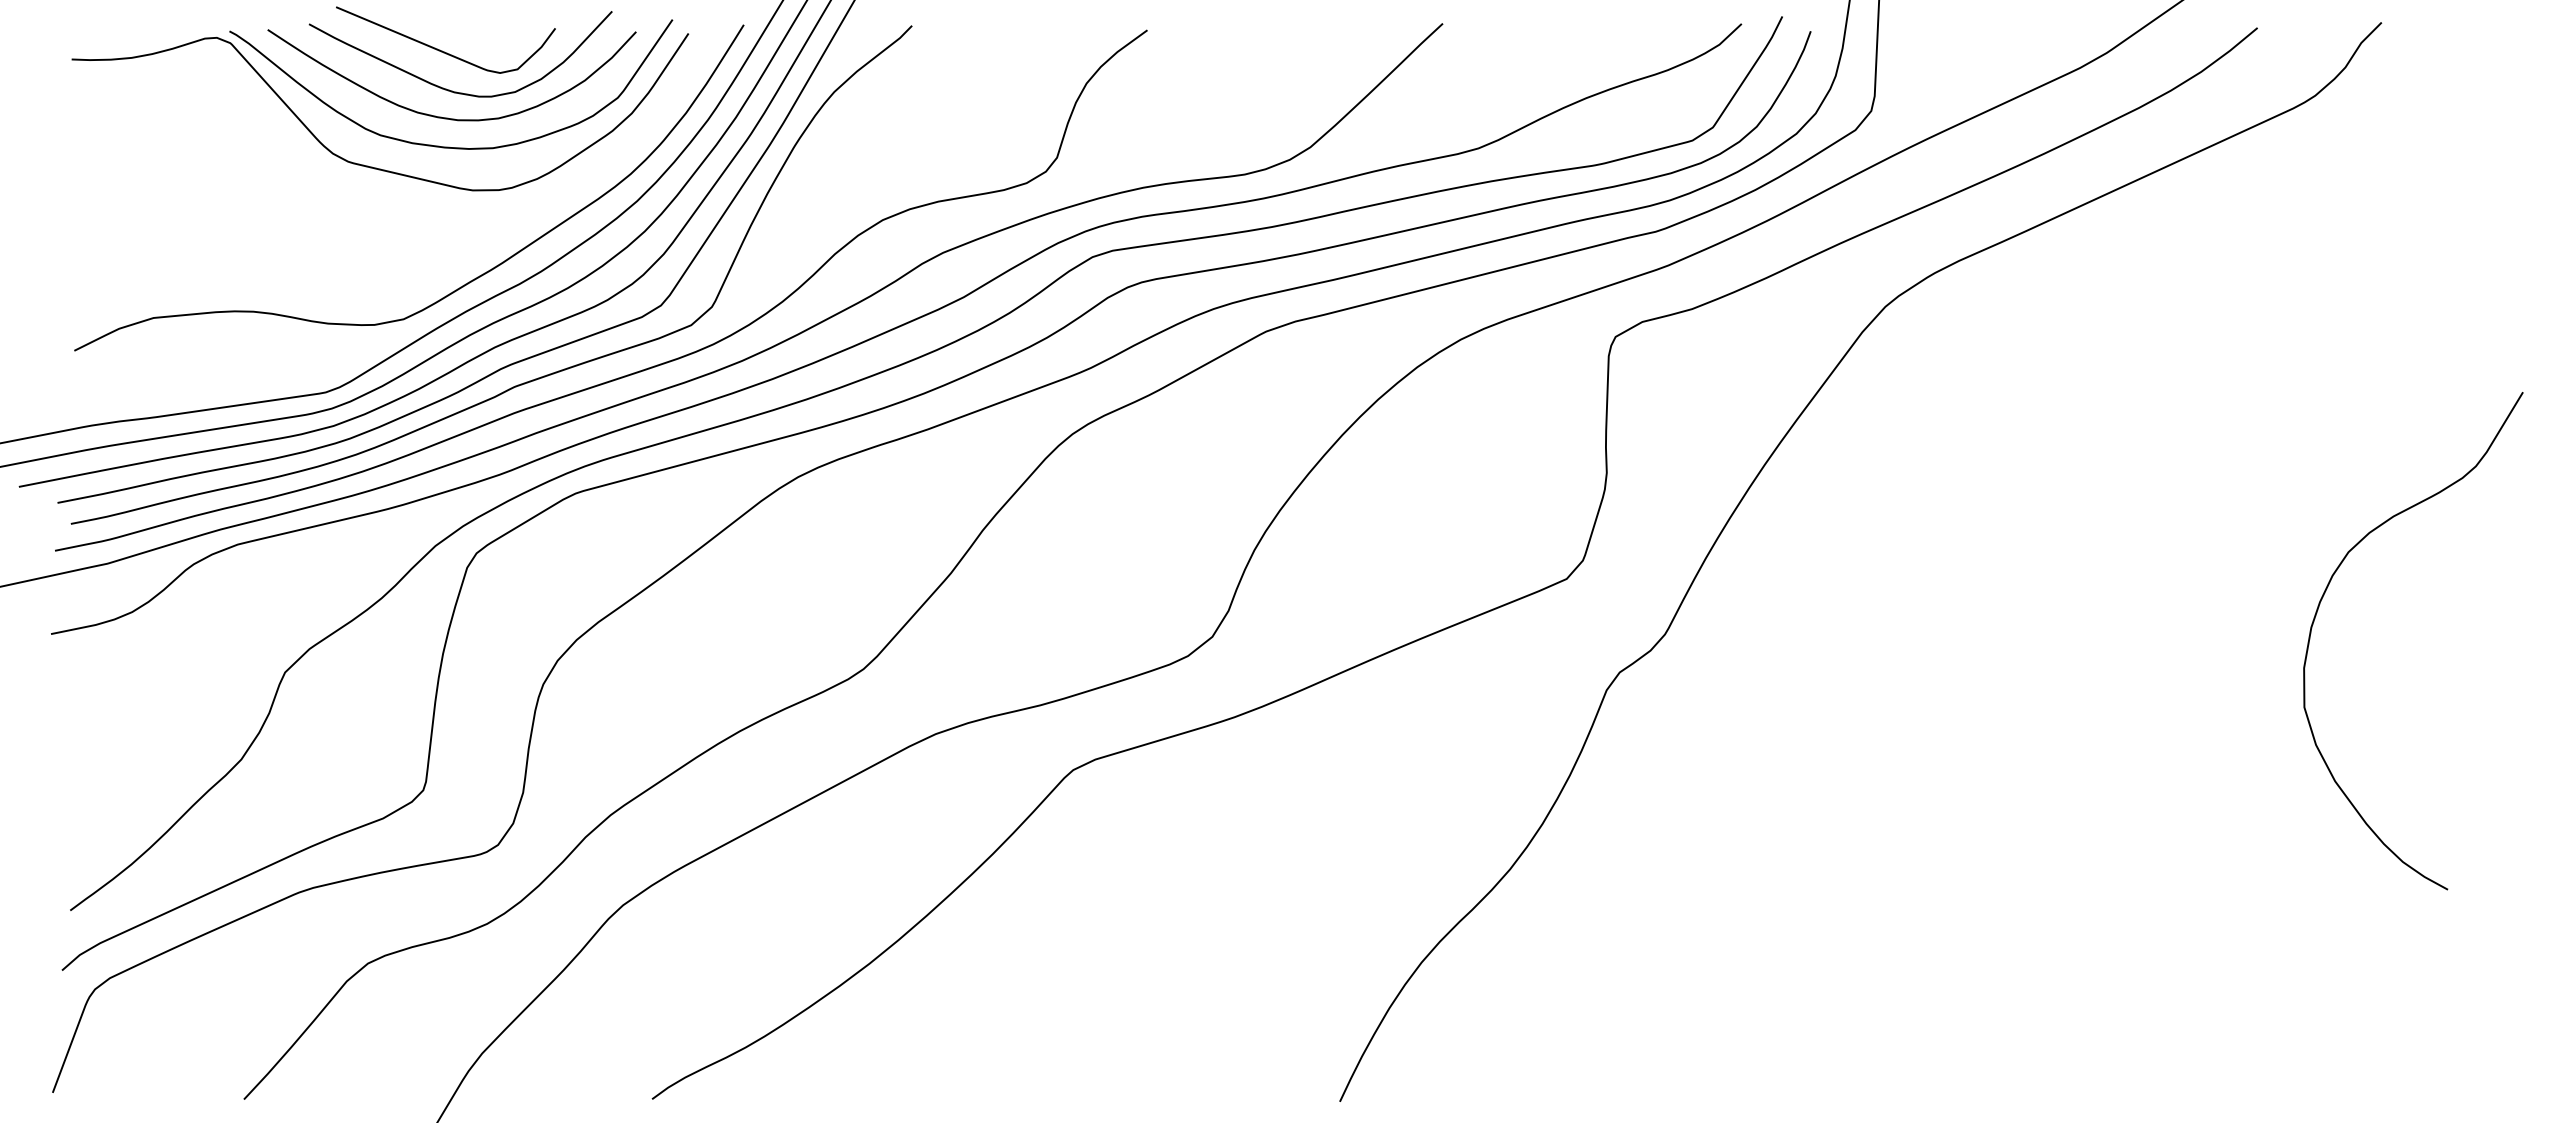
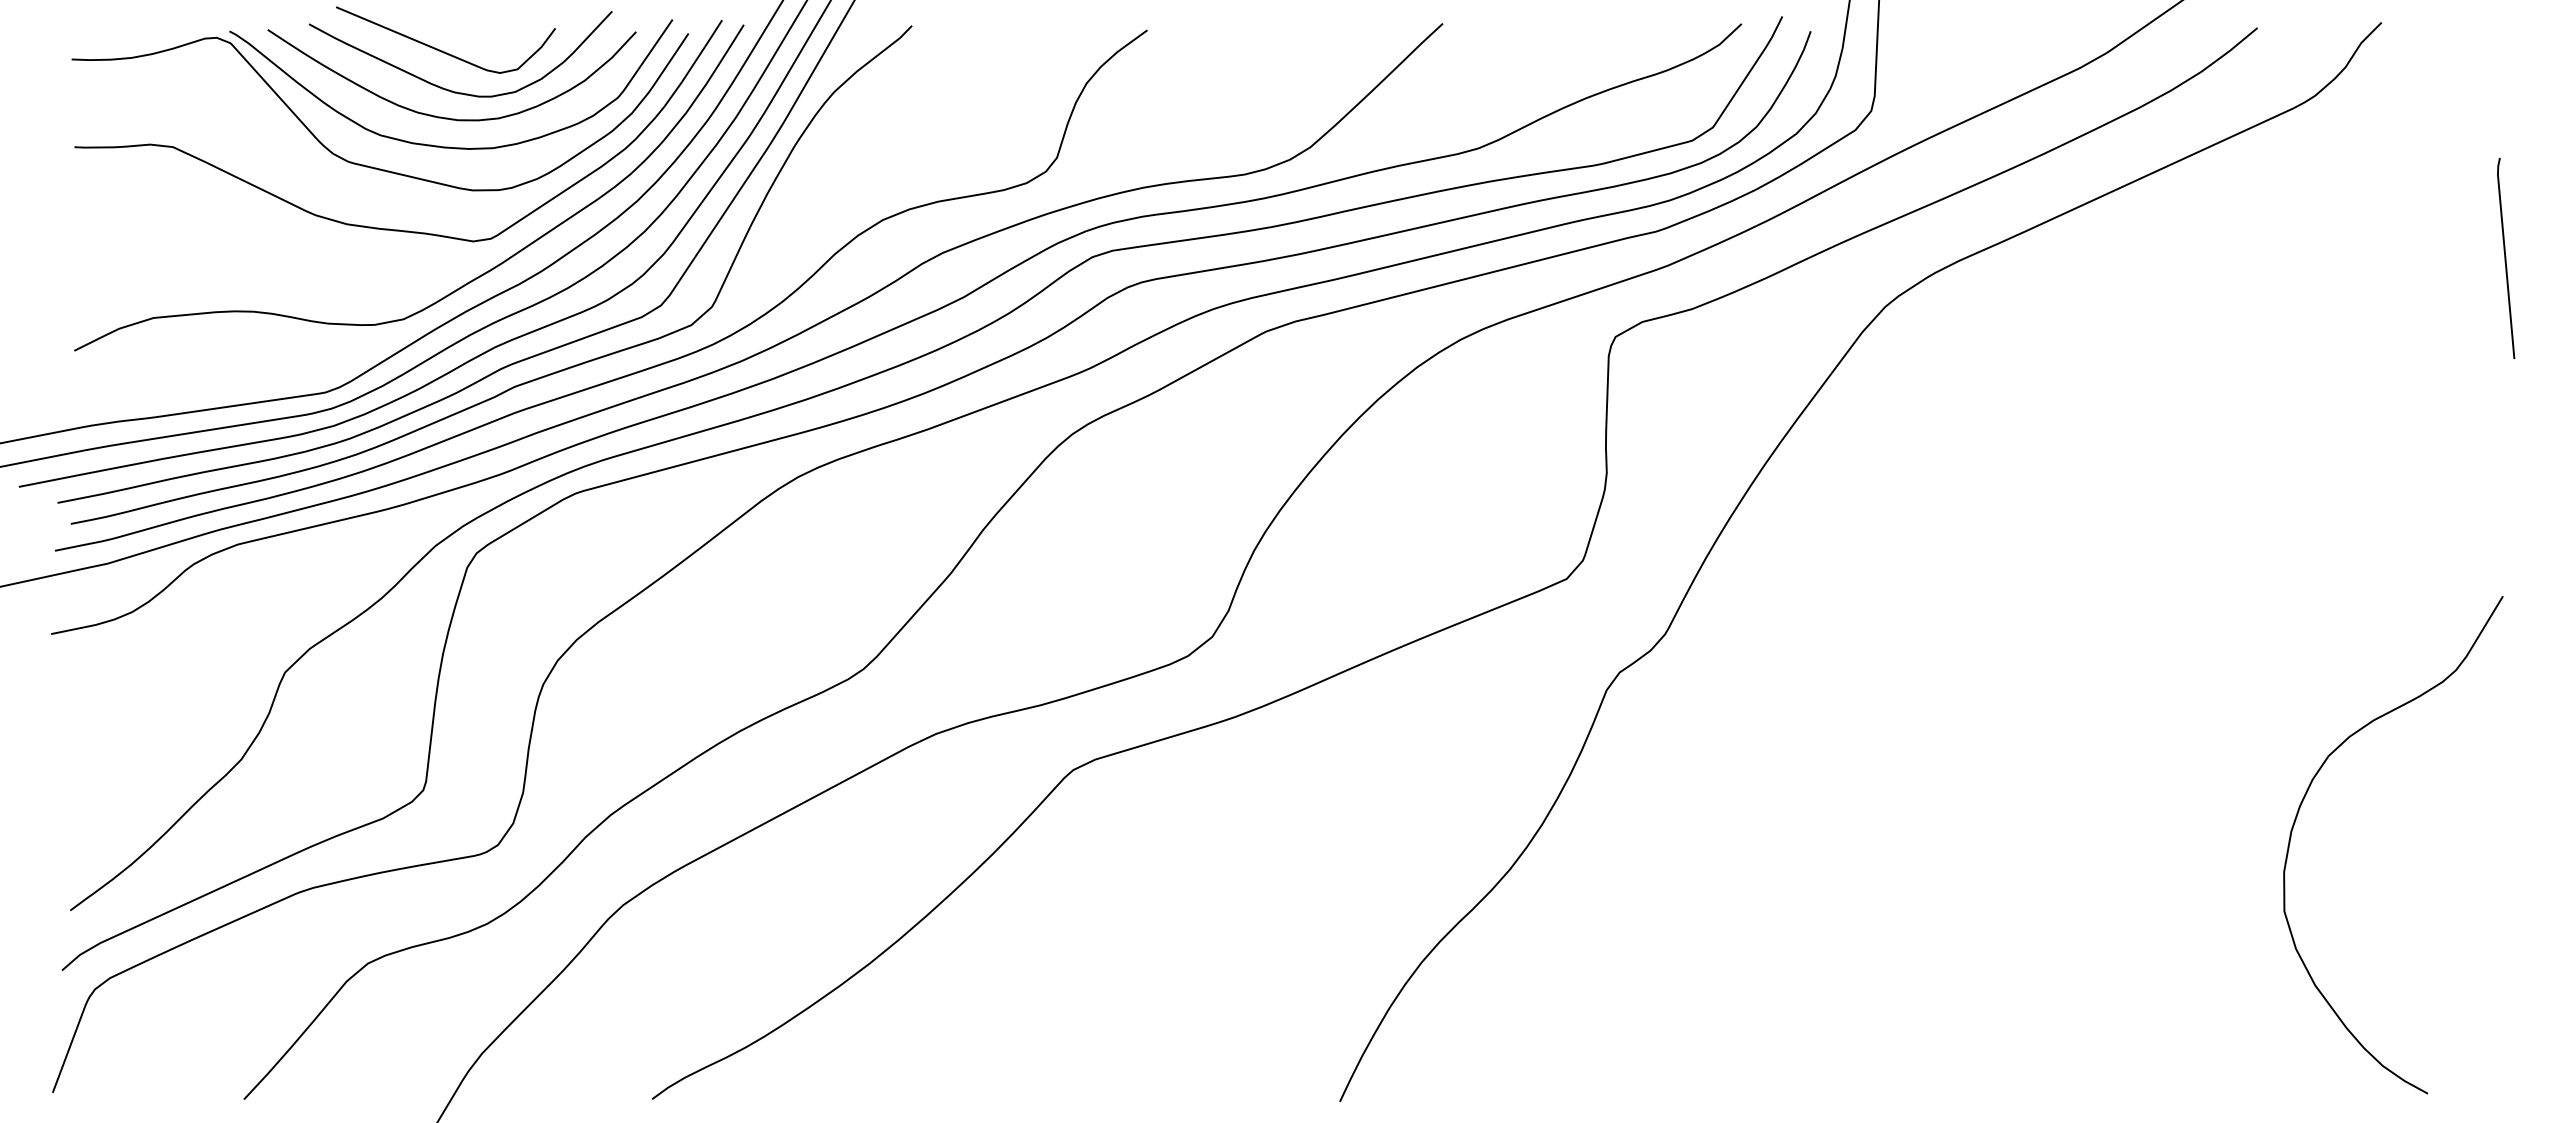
curve at (389, 228): none -> present
line at (2506, 258): none -> present
curve at (2318, 610) position: (2318, 610) -> (2298, 814)
